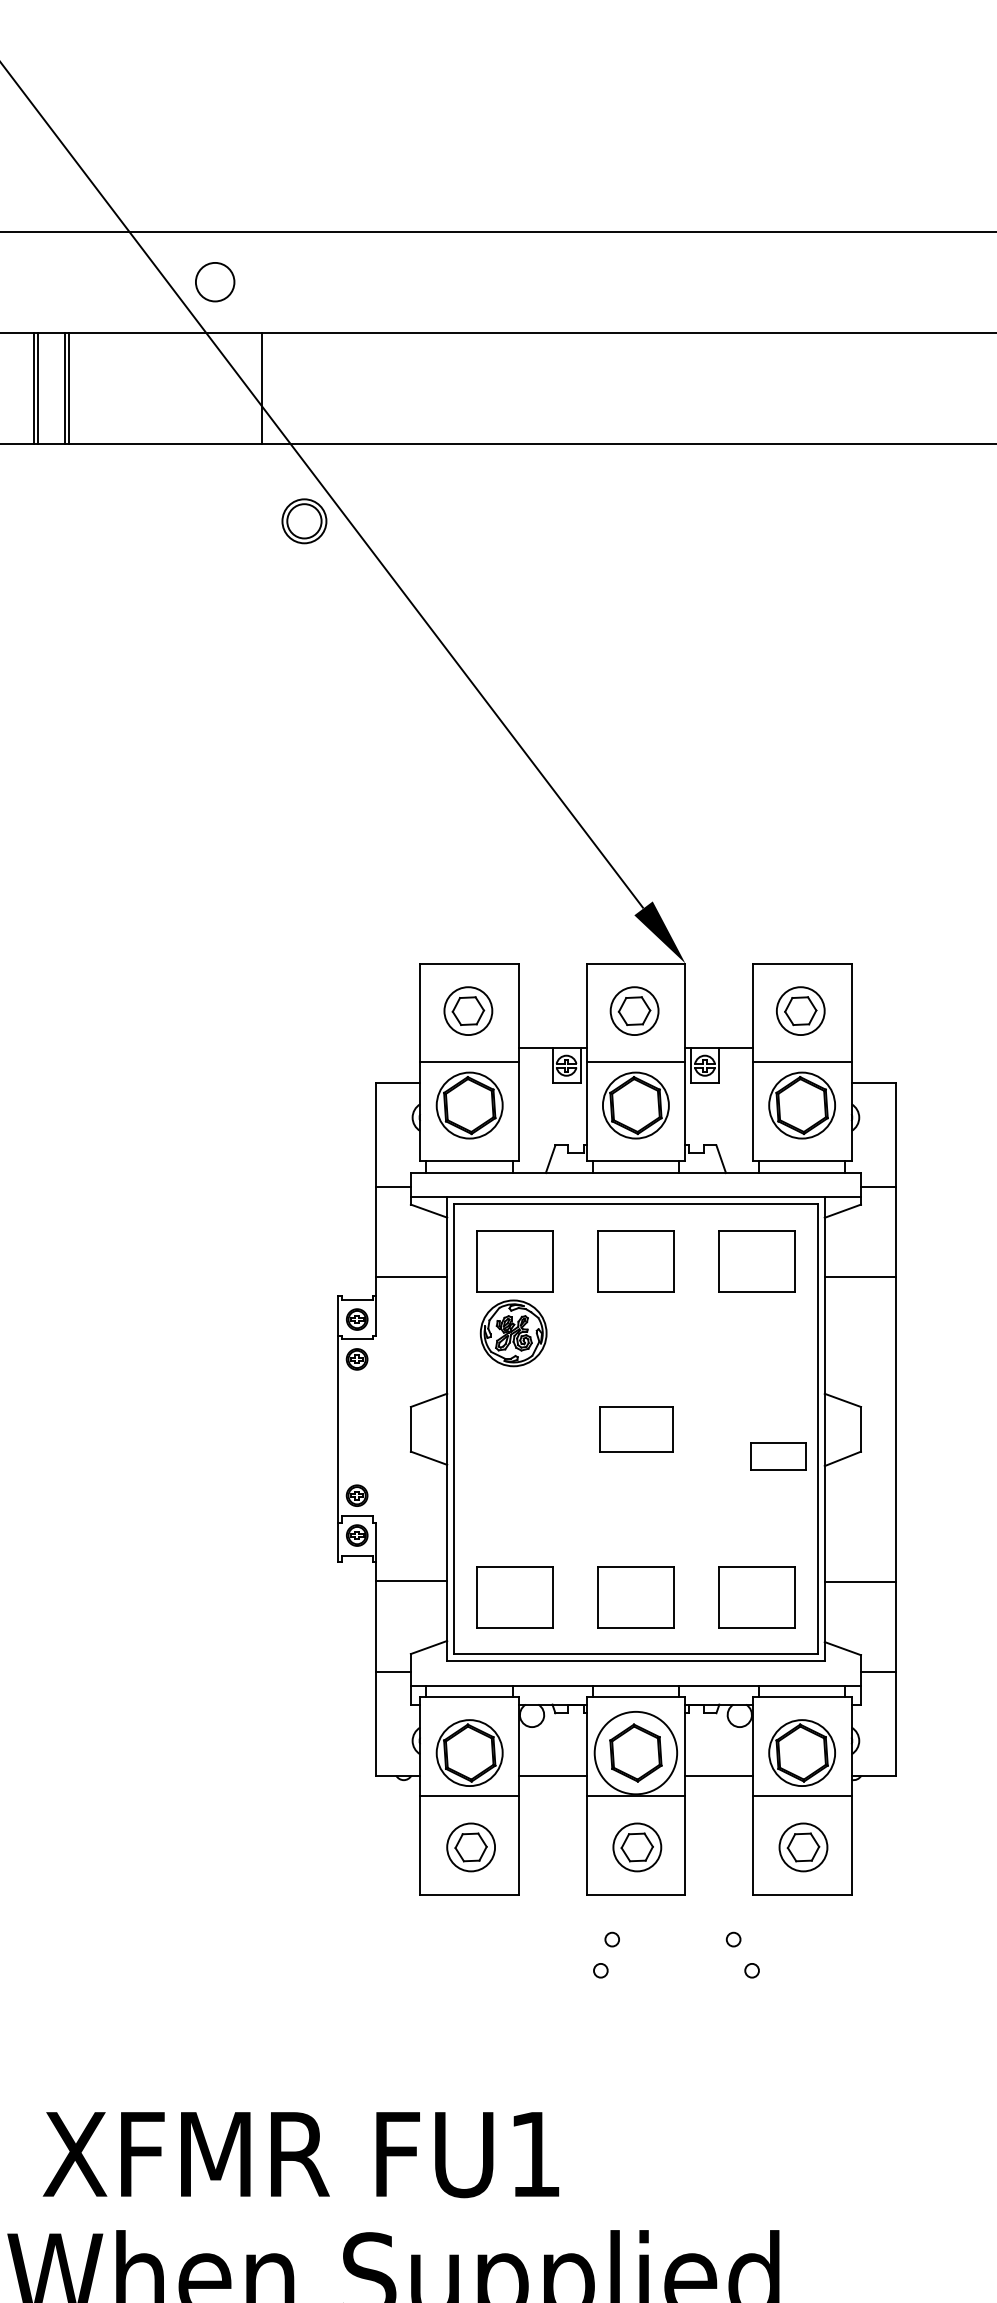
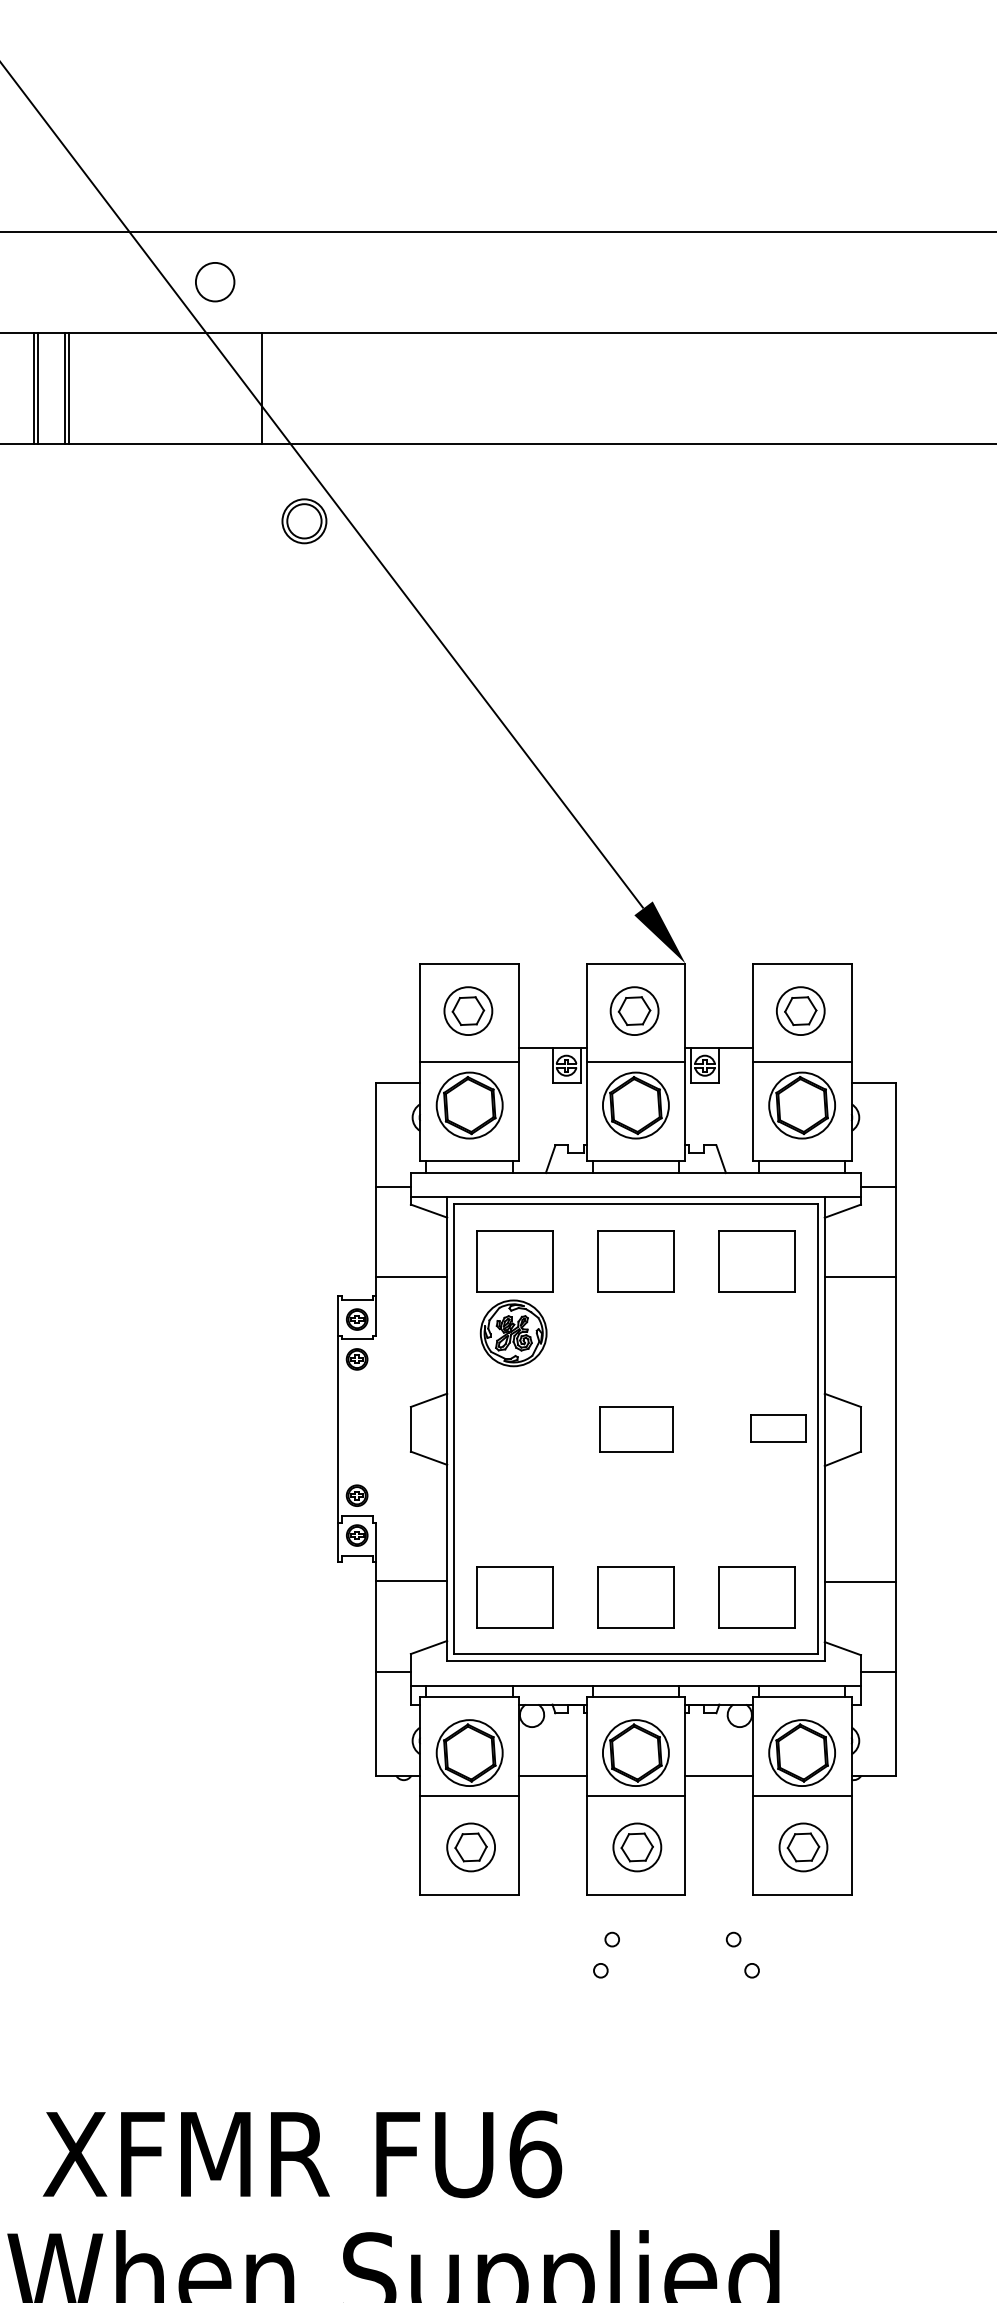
part at (778, 1456) position: (778, 1456) -> (778, 1428)
circle at (635, 1752) diameter: 82 px -> 66 px
text at (535, 2154): FU1 -> FU6
